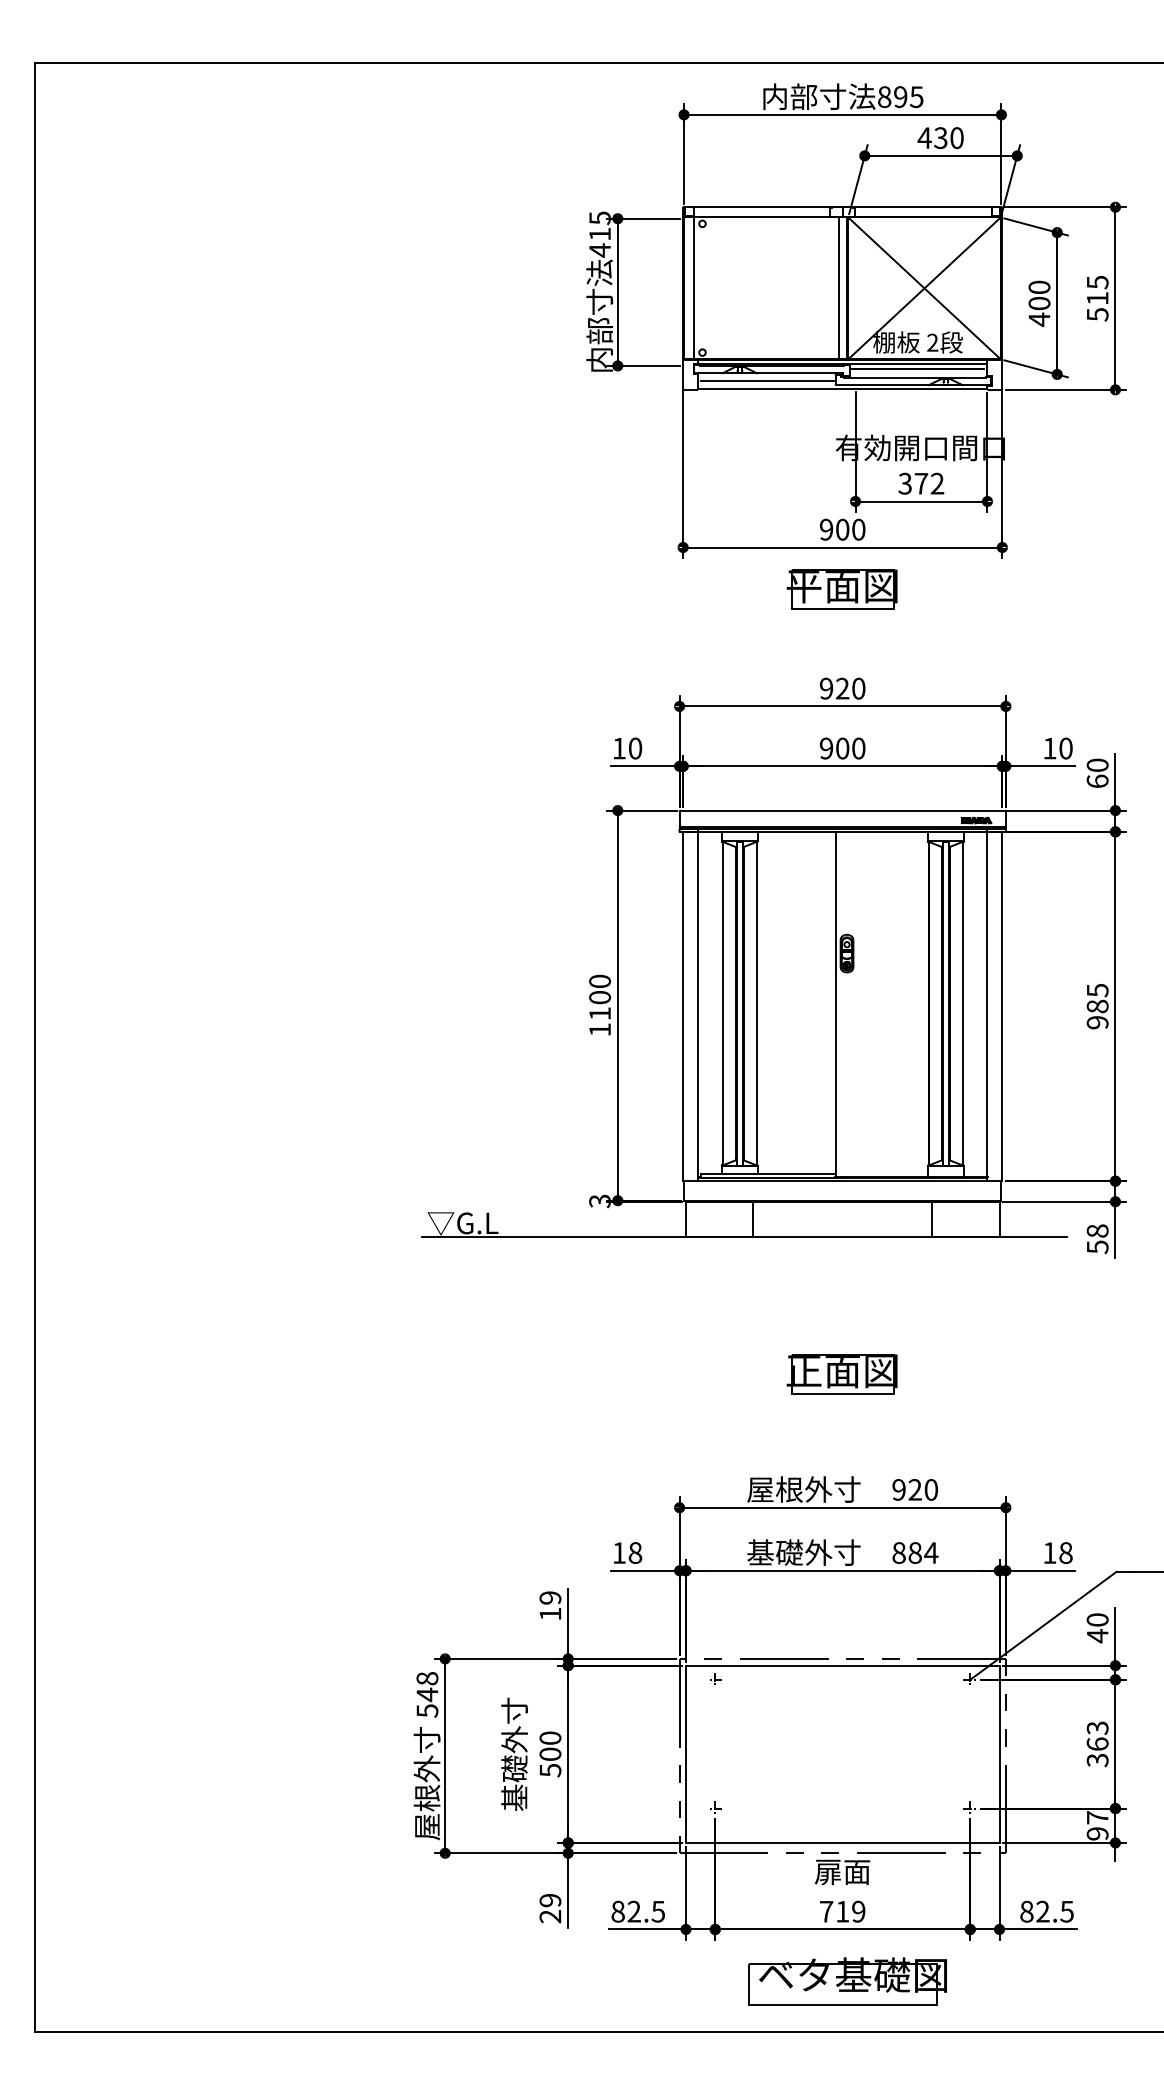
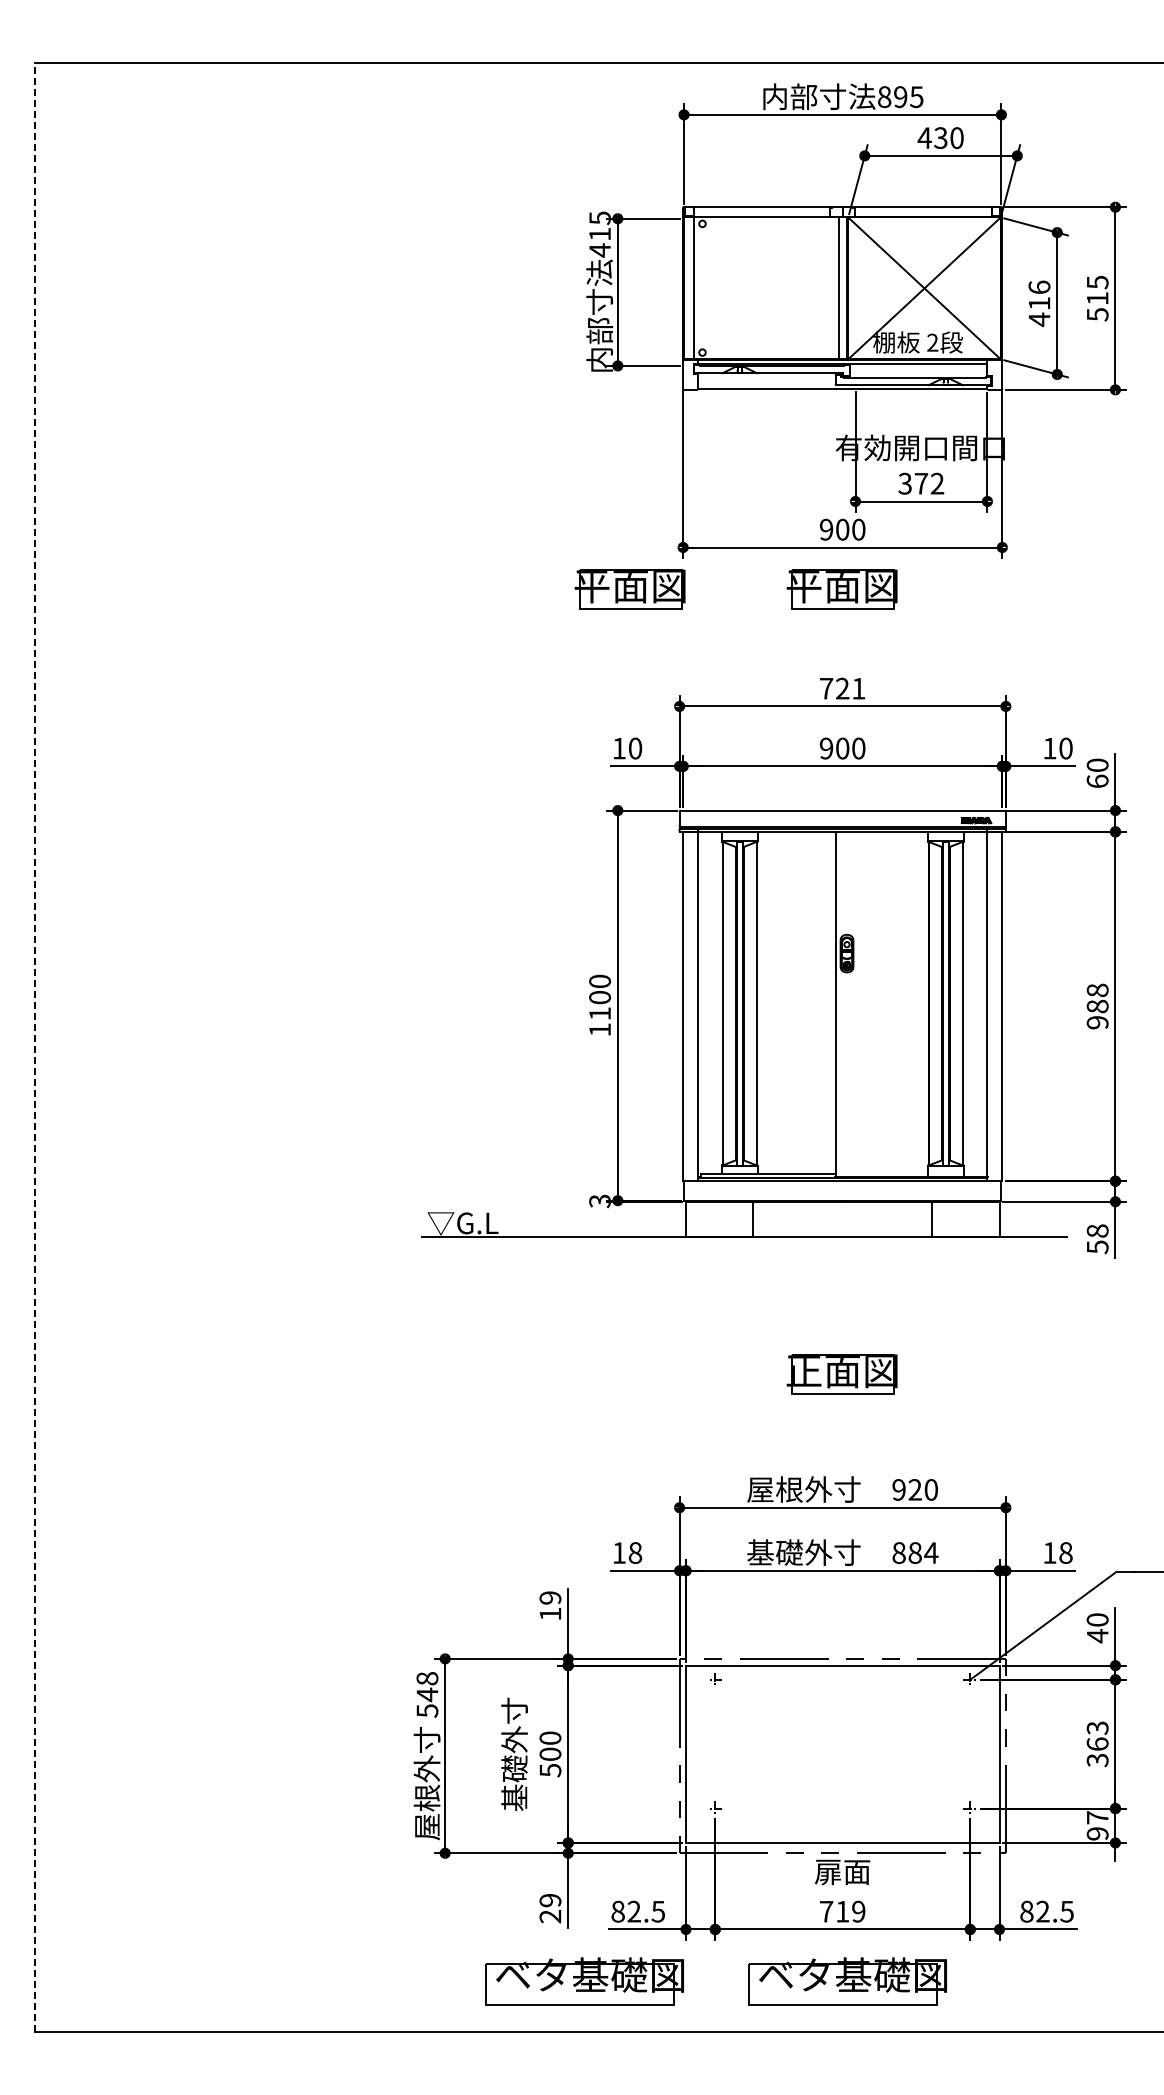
text at (1039, 295): 400 -> 416
line at (917, 369): present -> none
line at (768, 381): present -> none
part at (629, 589): none -> present
text at (842, 688): 920 -> 721
text at (1097, 990): 985 -> 988
line at (34, 1047): solid -> dashed
part at (584, 1981): none -> present
